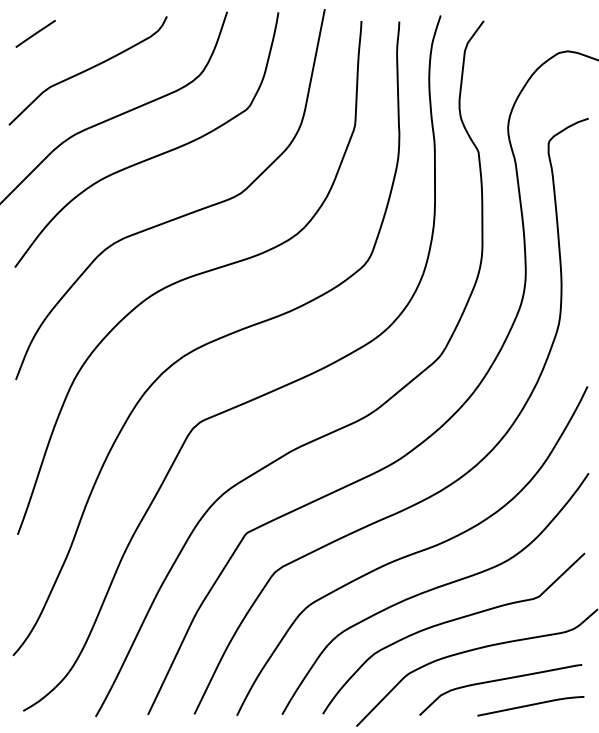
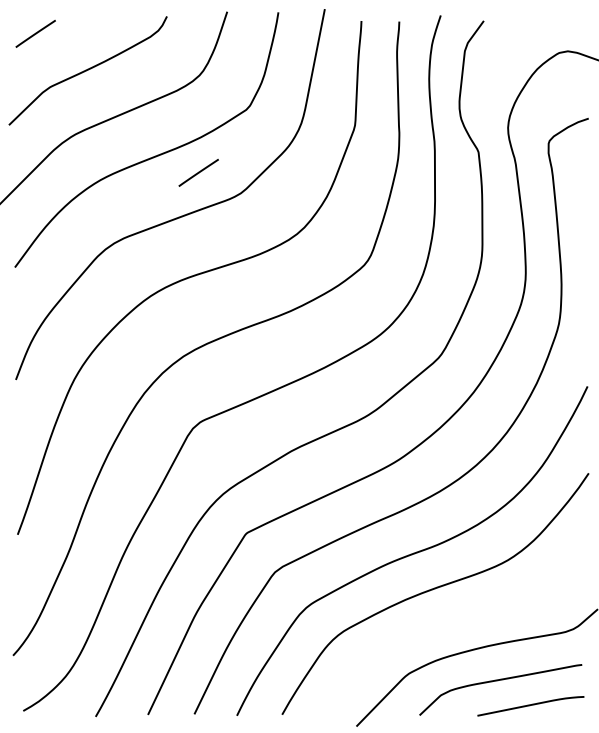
line at (198, 172): none -> present
curve at (449, 622): present -> none
